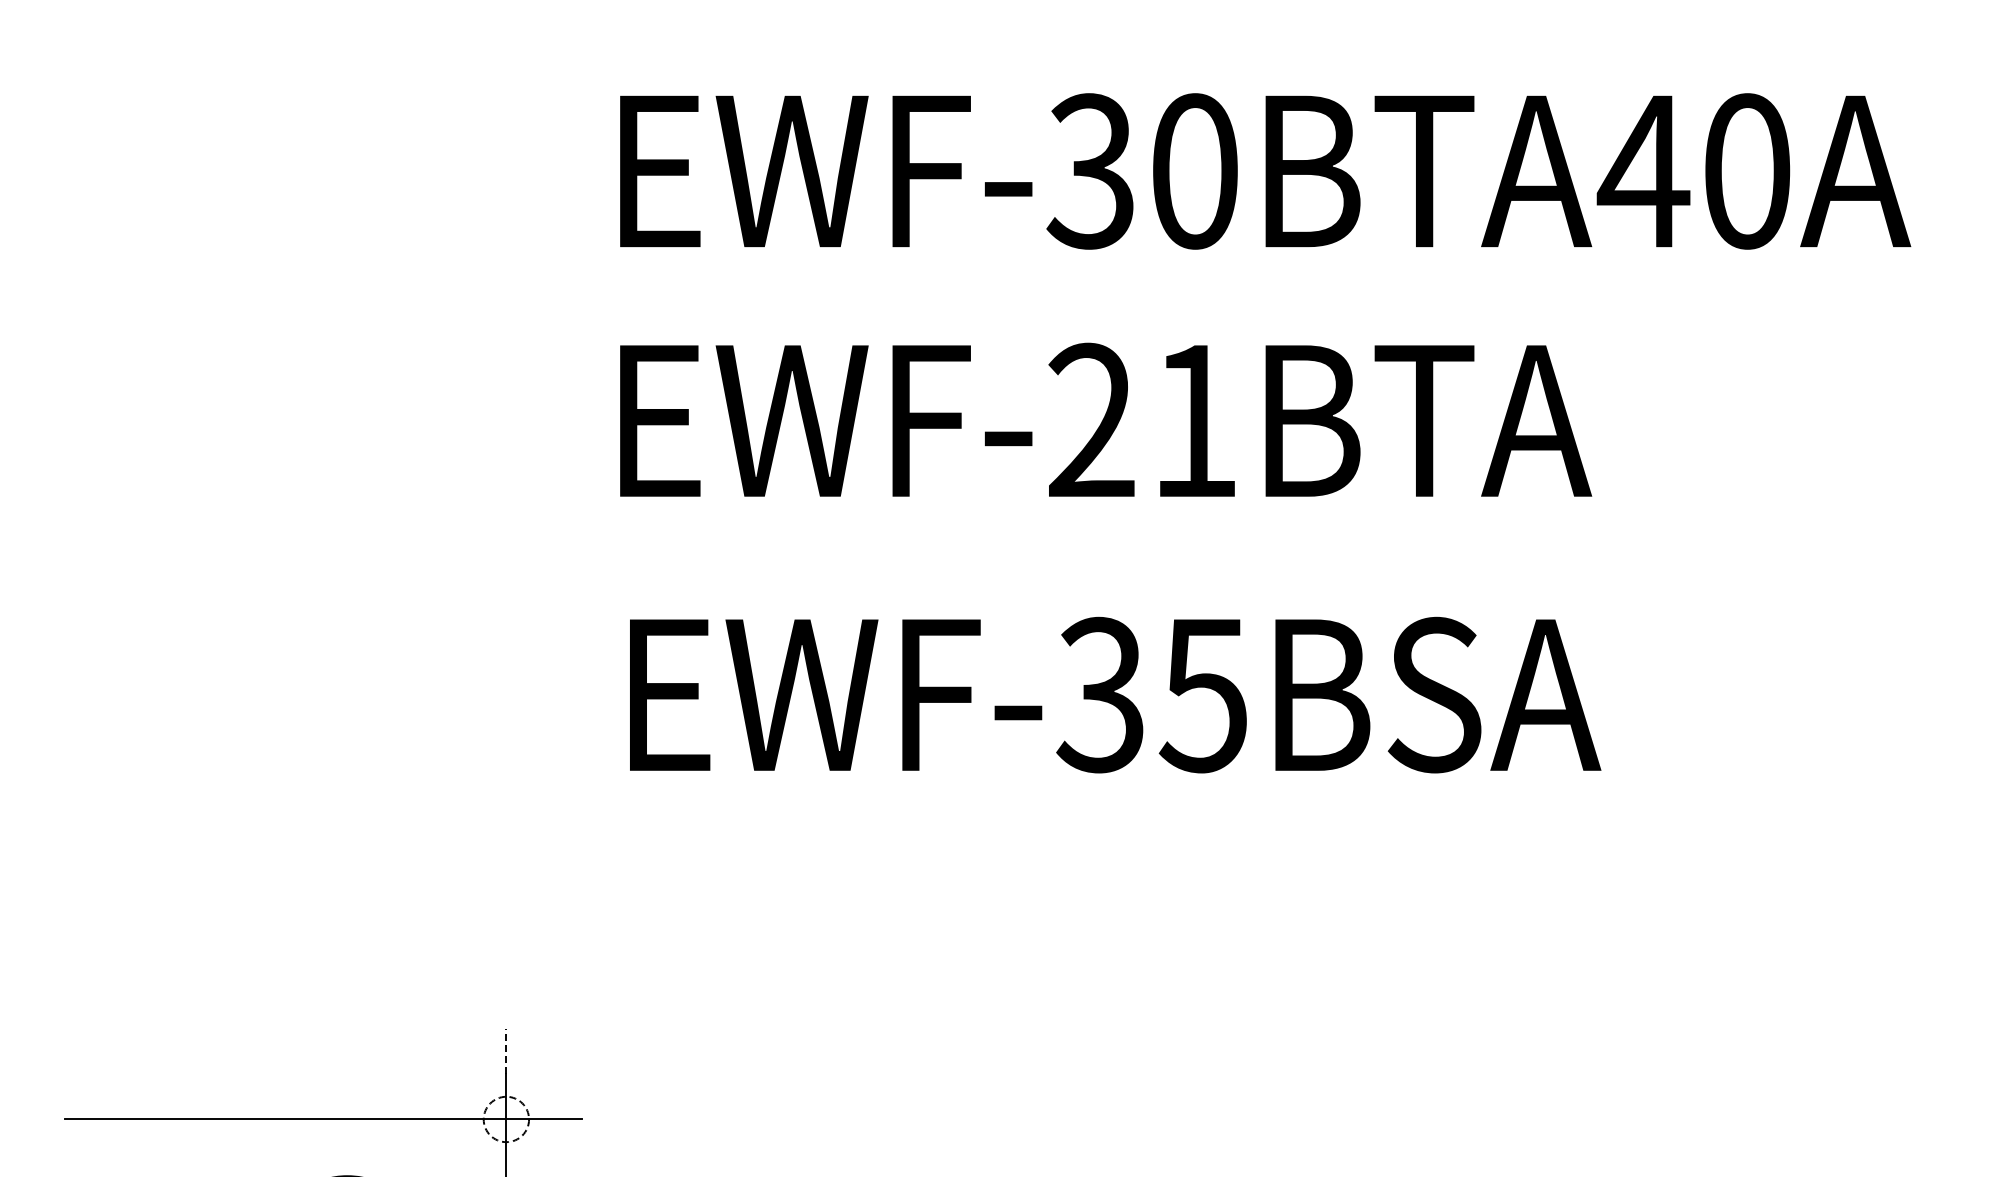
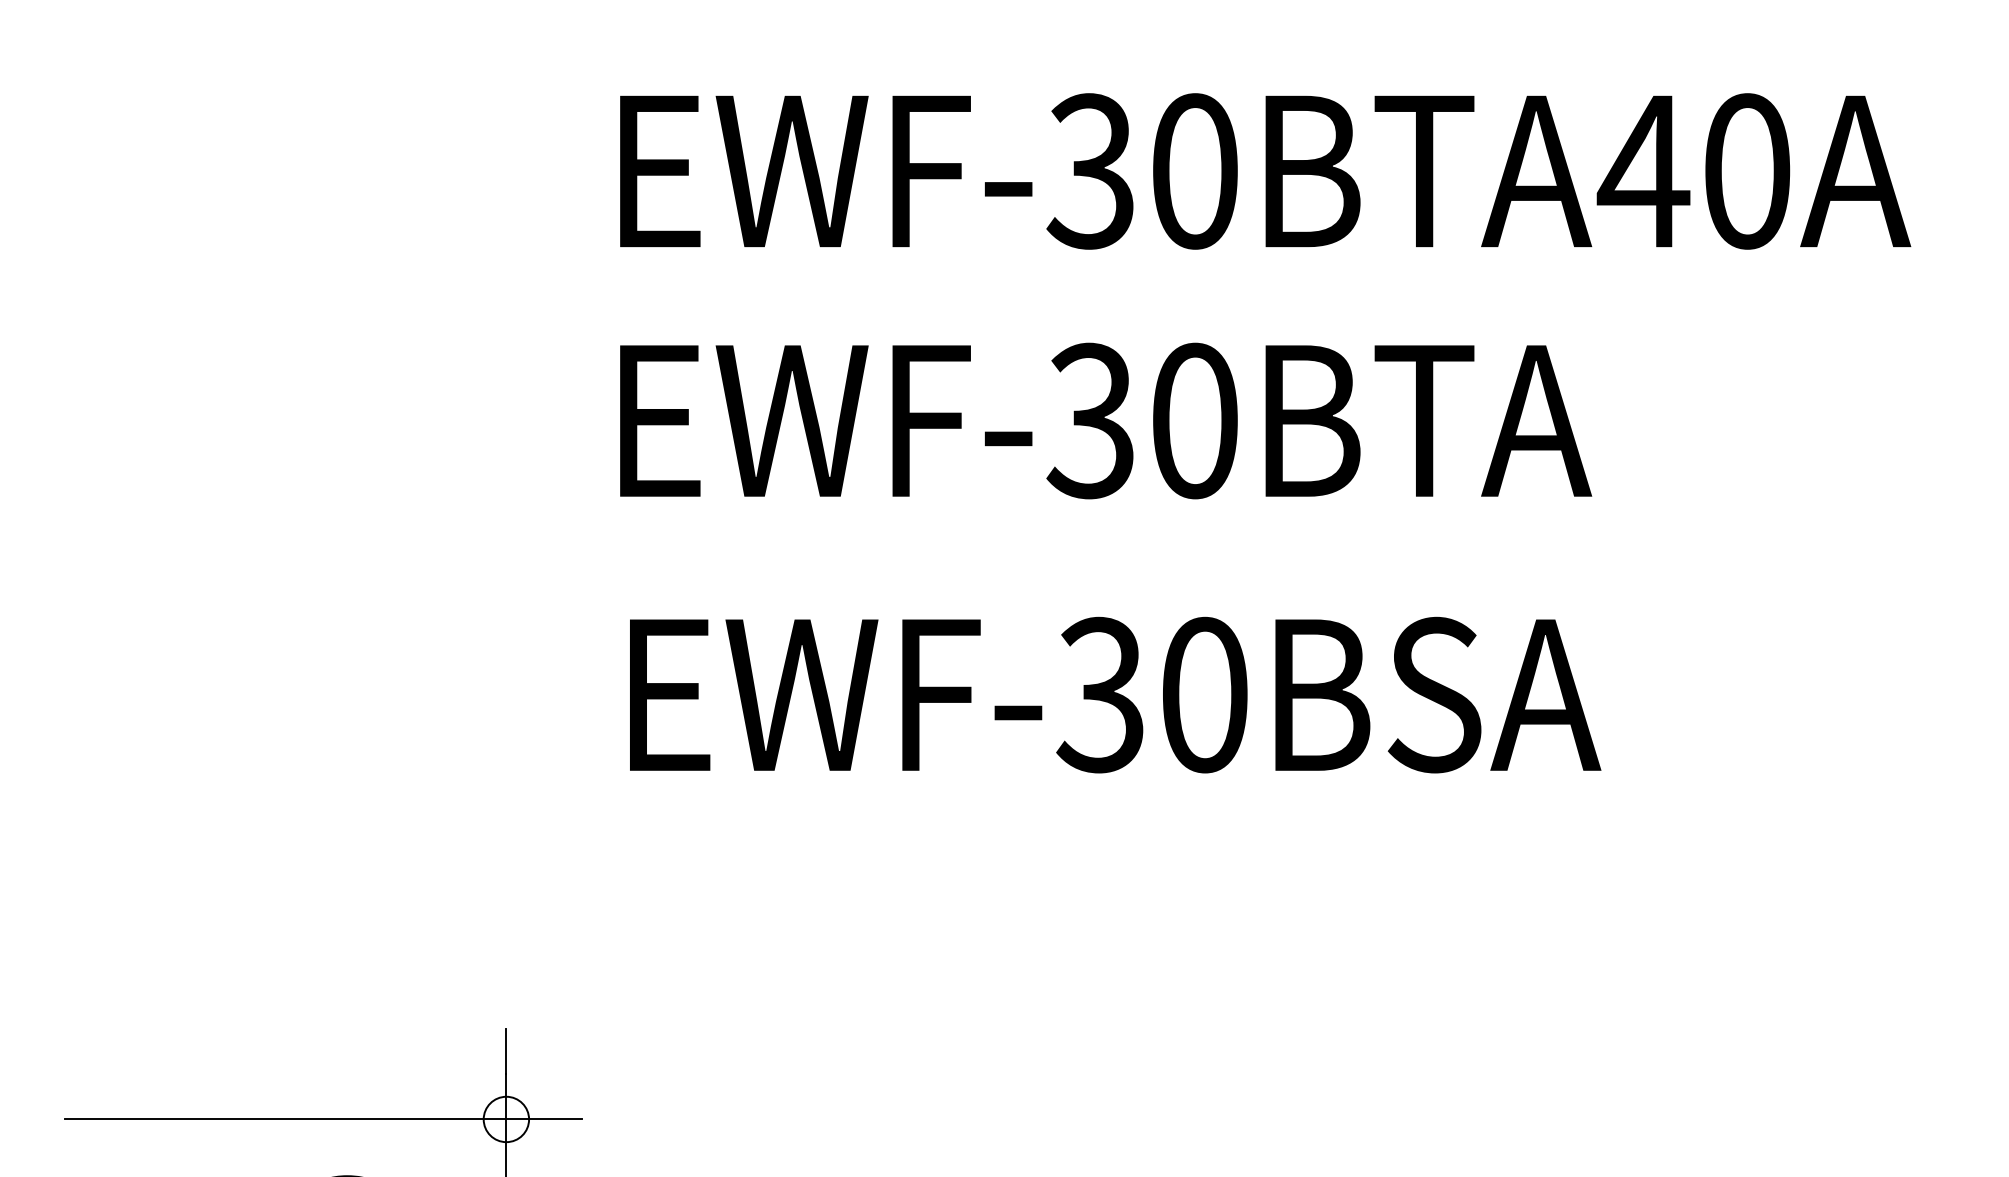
text at (1141, 420): EWF-21BTA -> EWF-30BTA
text at (1202, 694): EWF-35BSA -> EWF-30BSA
line at (506, 1051): dashed -> solid
circle at (506, 1119): dashed -> solid
